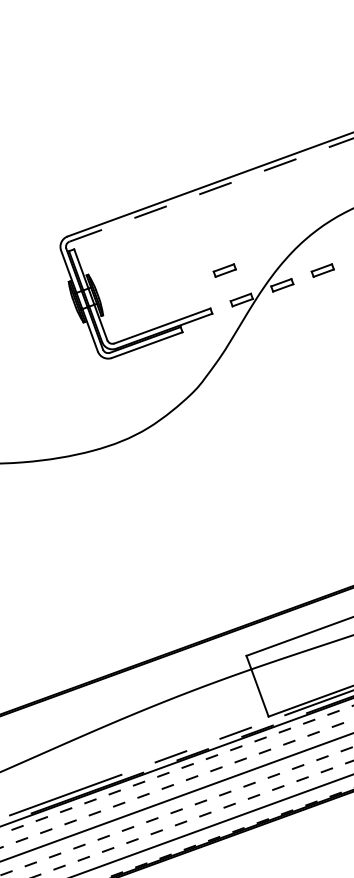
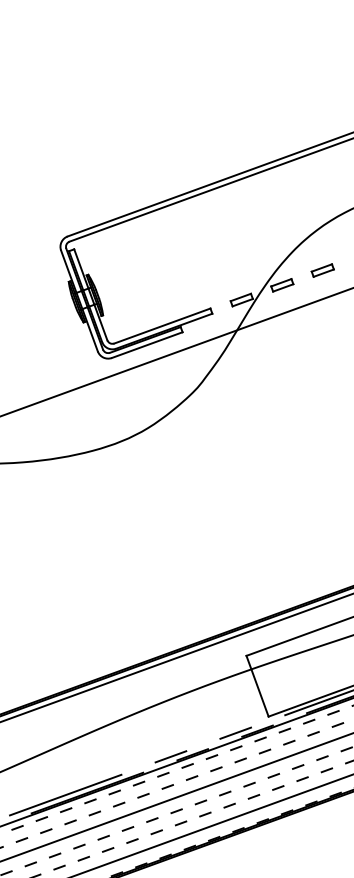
line at (211, 190): dashed -> solid
part at (224, 270): present -> none
line at (176, 352): none -> present
line at (176, 657): none -> present
